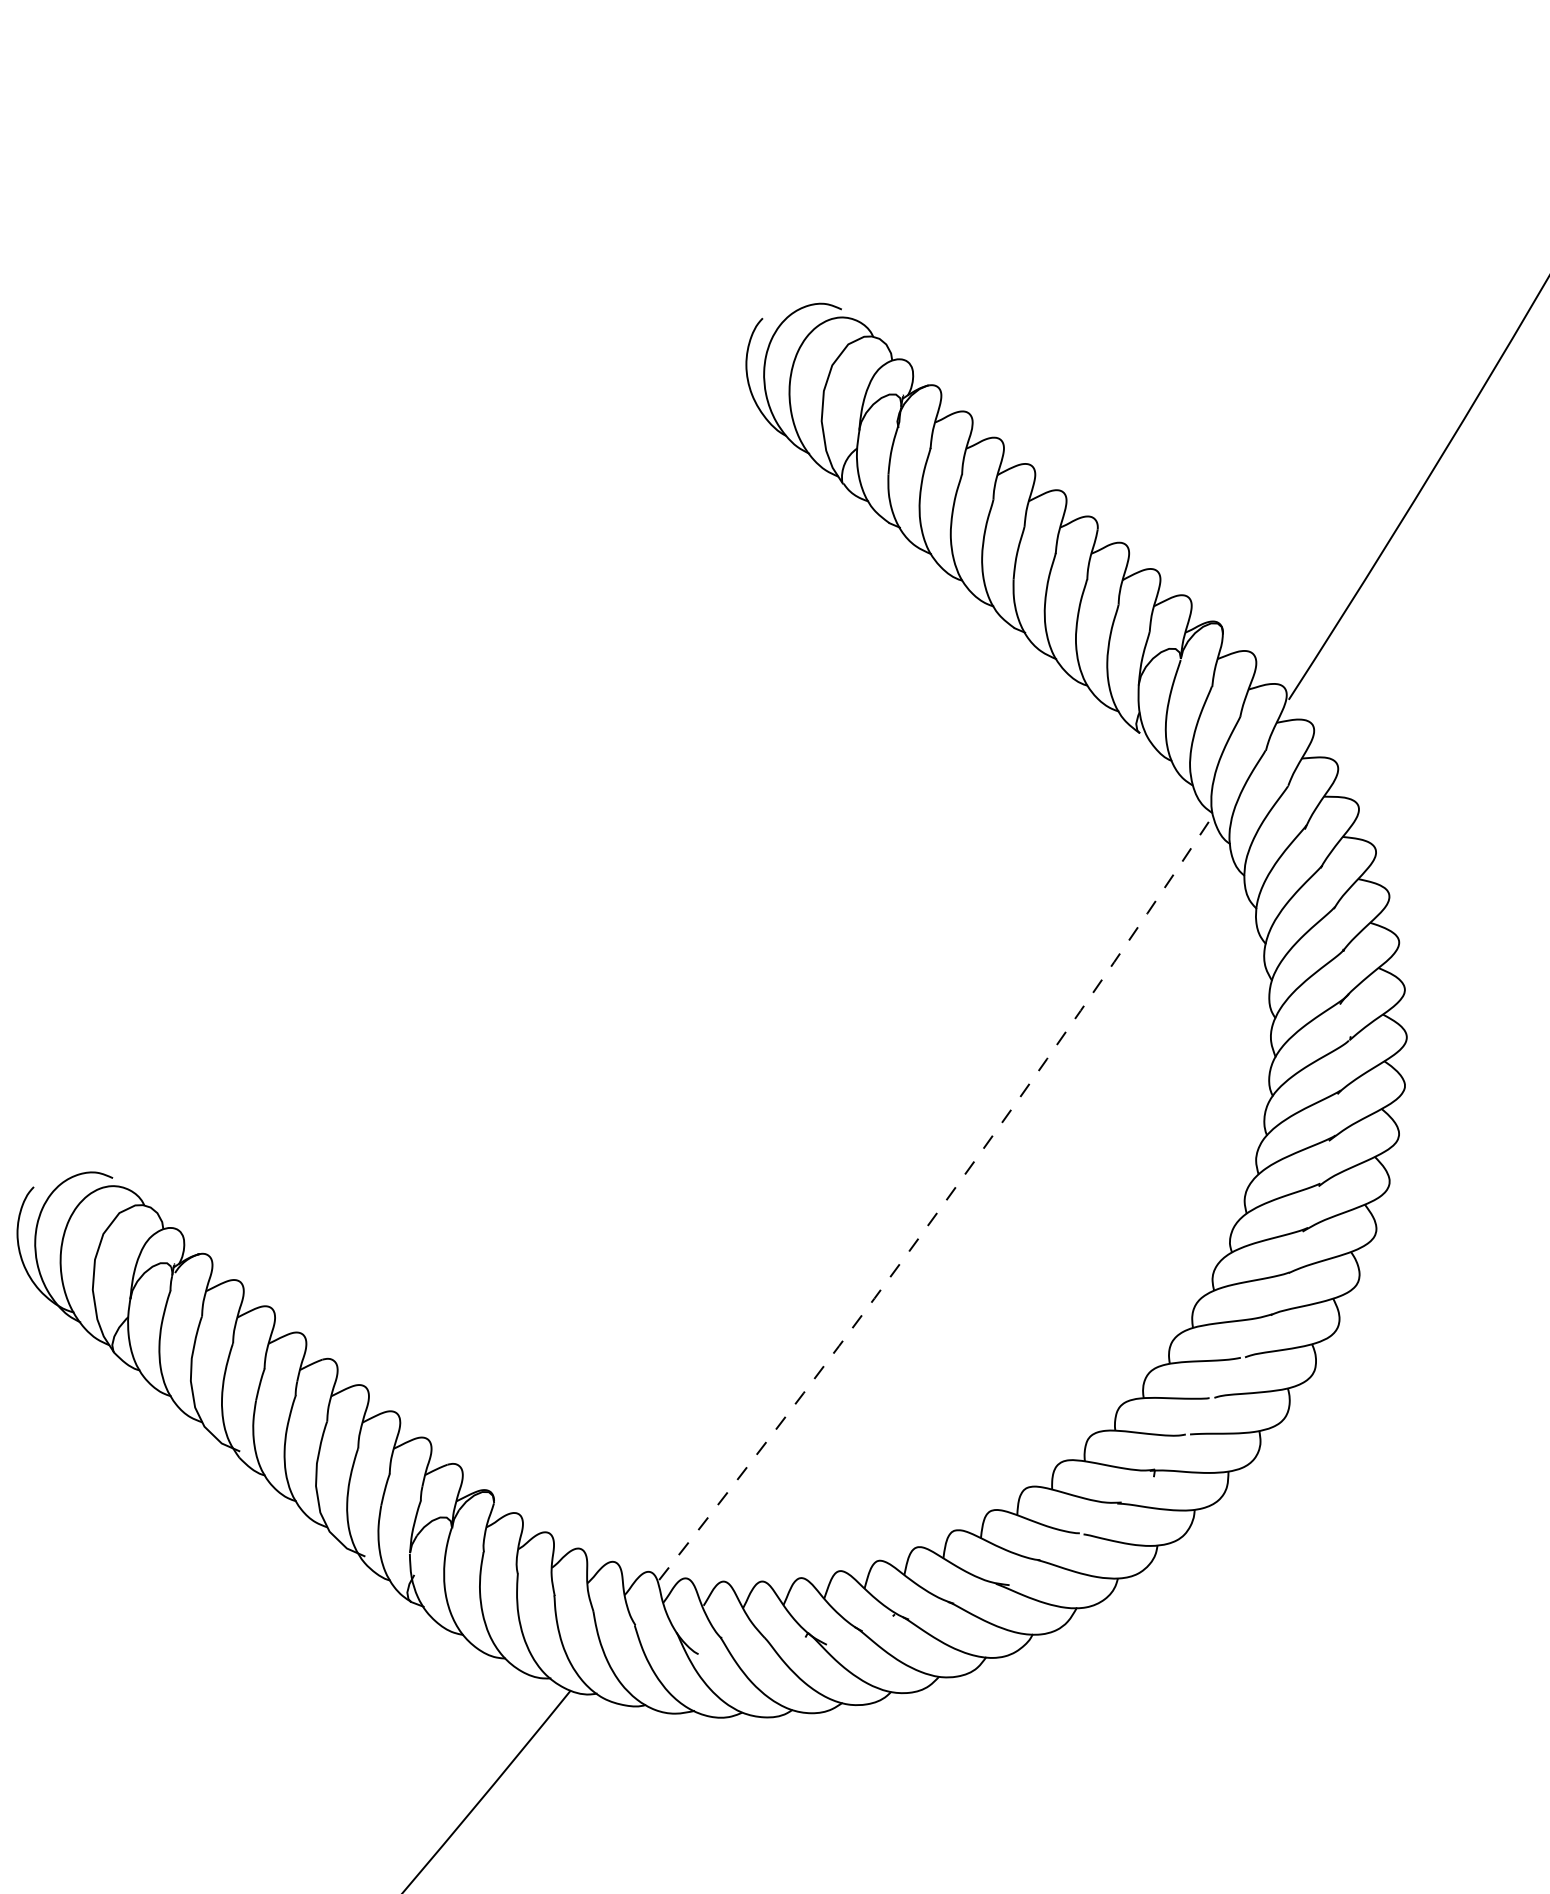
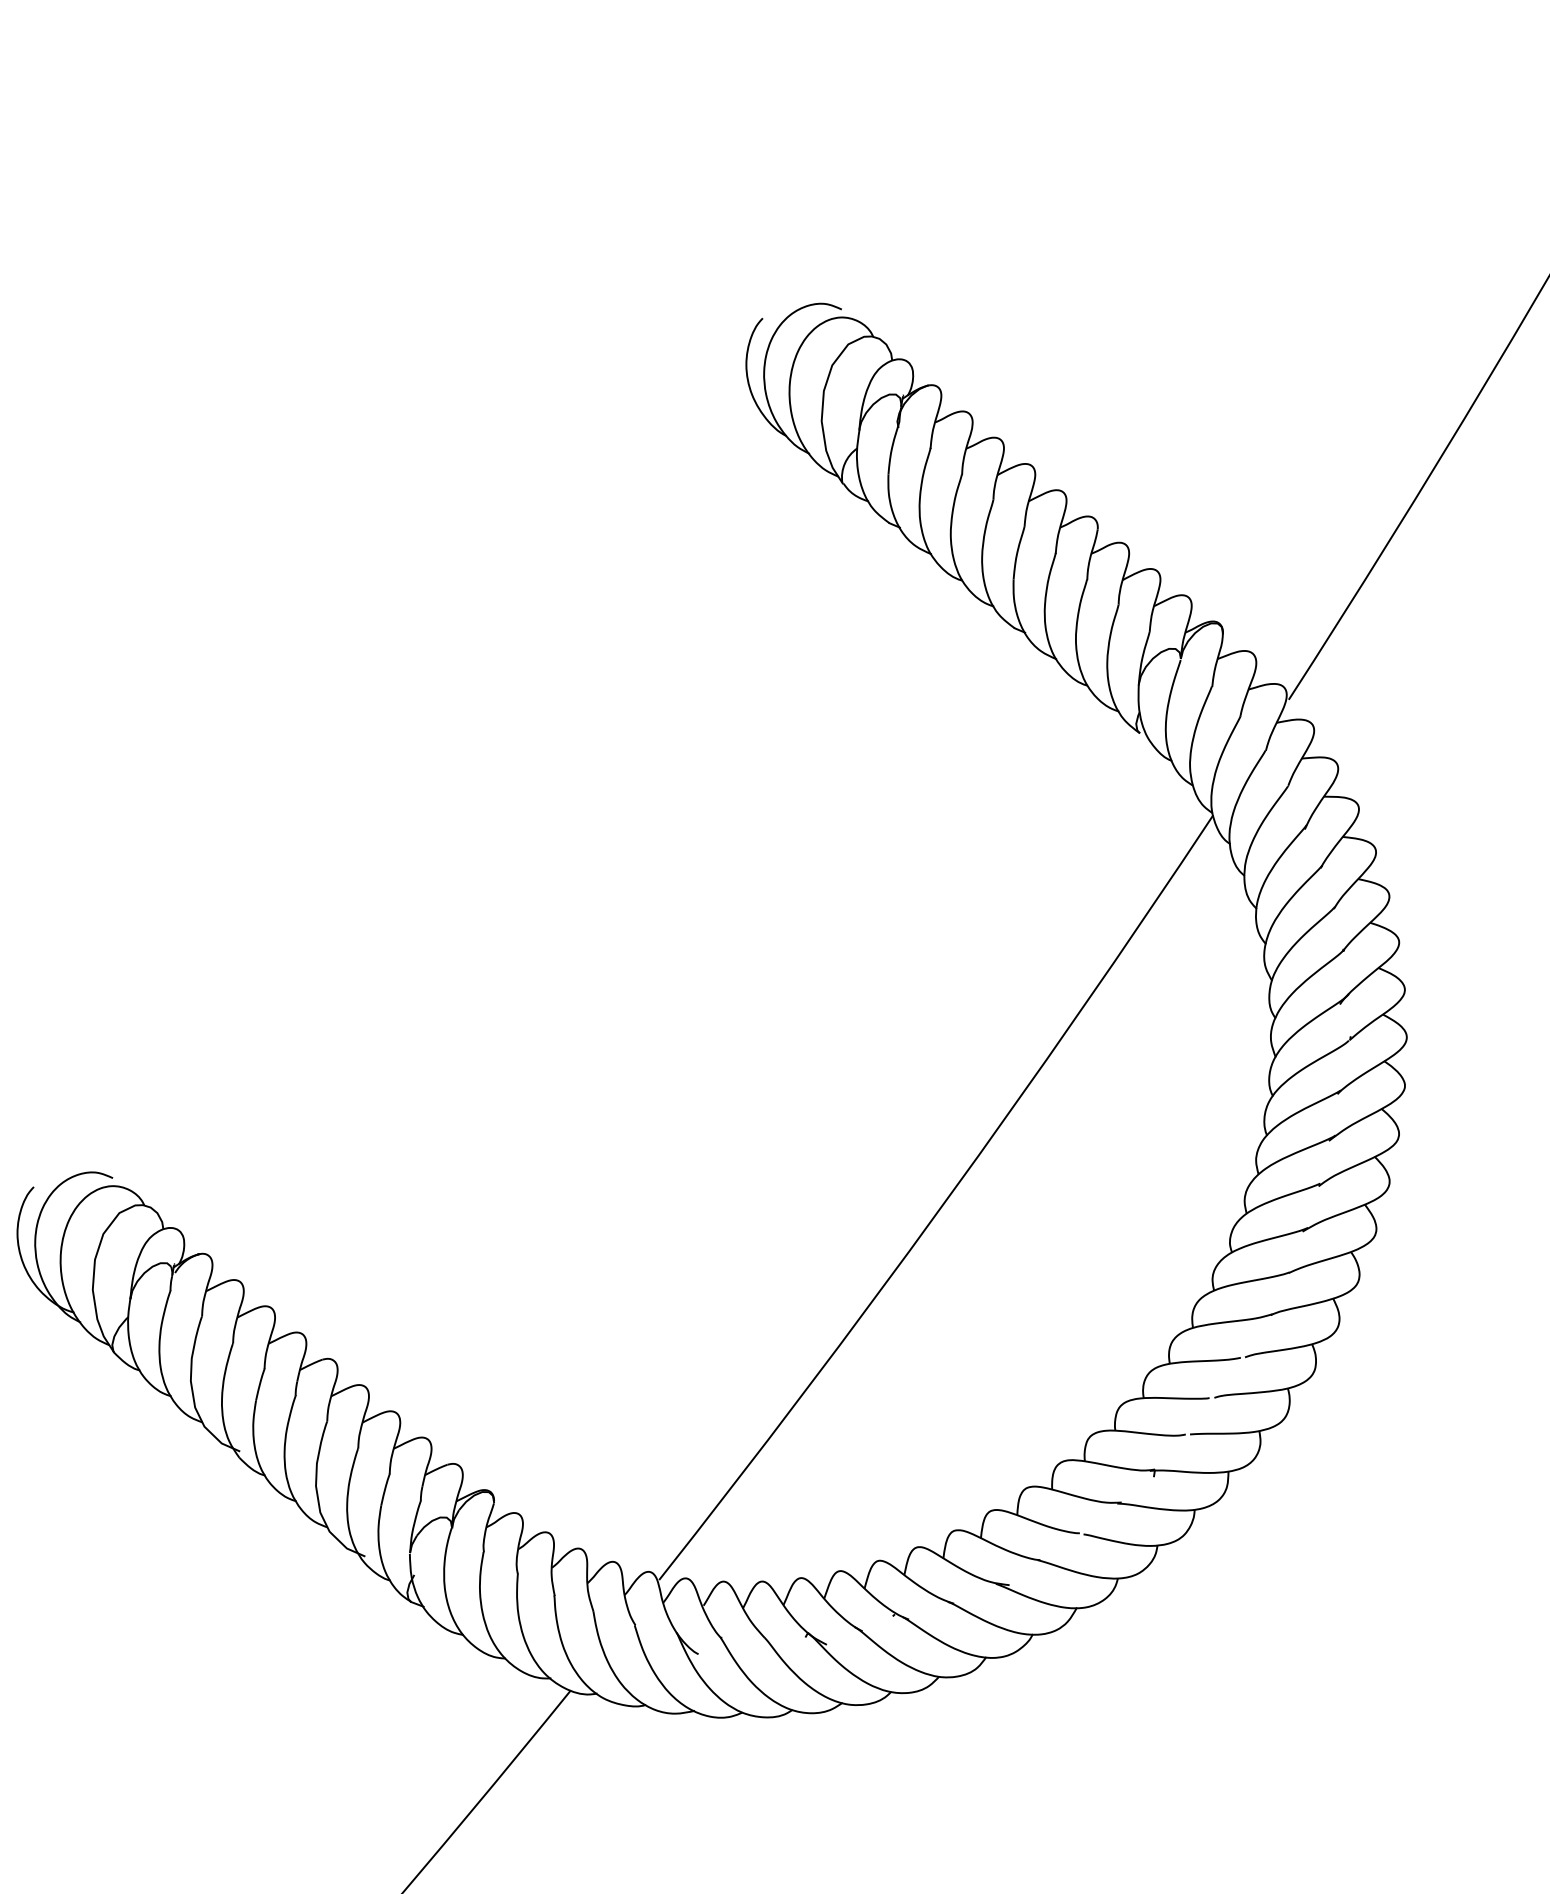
arc at (944, 1203): dashed -> solid
